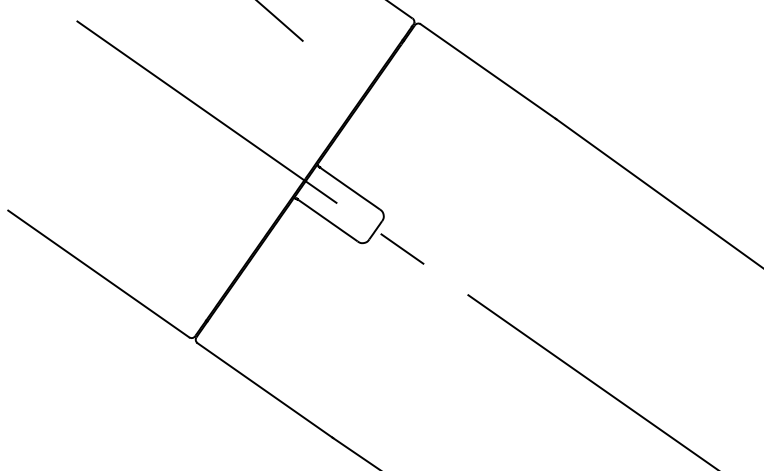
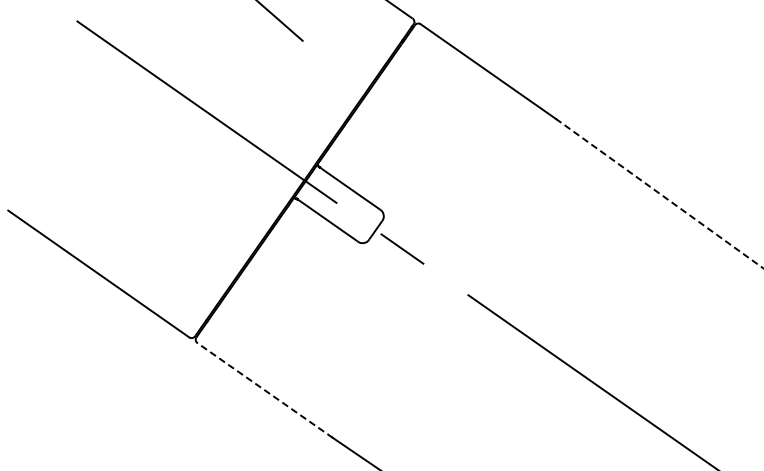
line at (659, 193): solid -> dashed
line at (265, 390): solid -> dashed
